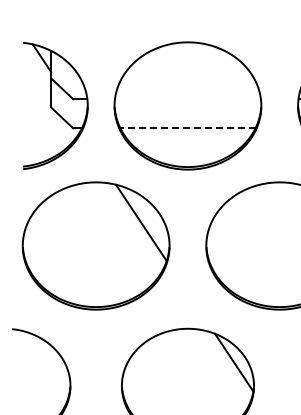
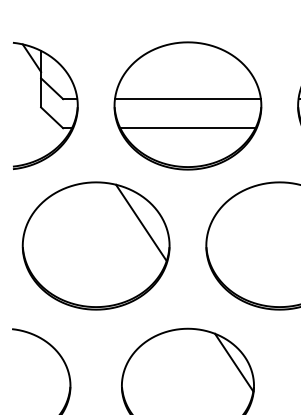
line at (187, 99): none -> present
part at (55, 105) position: (55, 105) -> (45, 105)
line at (187, 128): dashed -> solid
